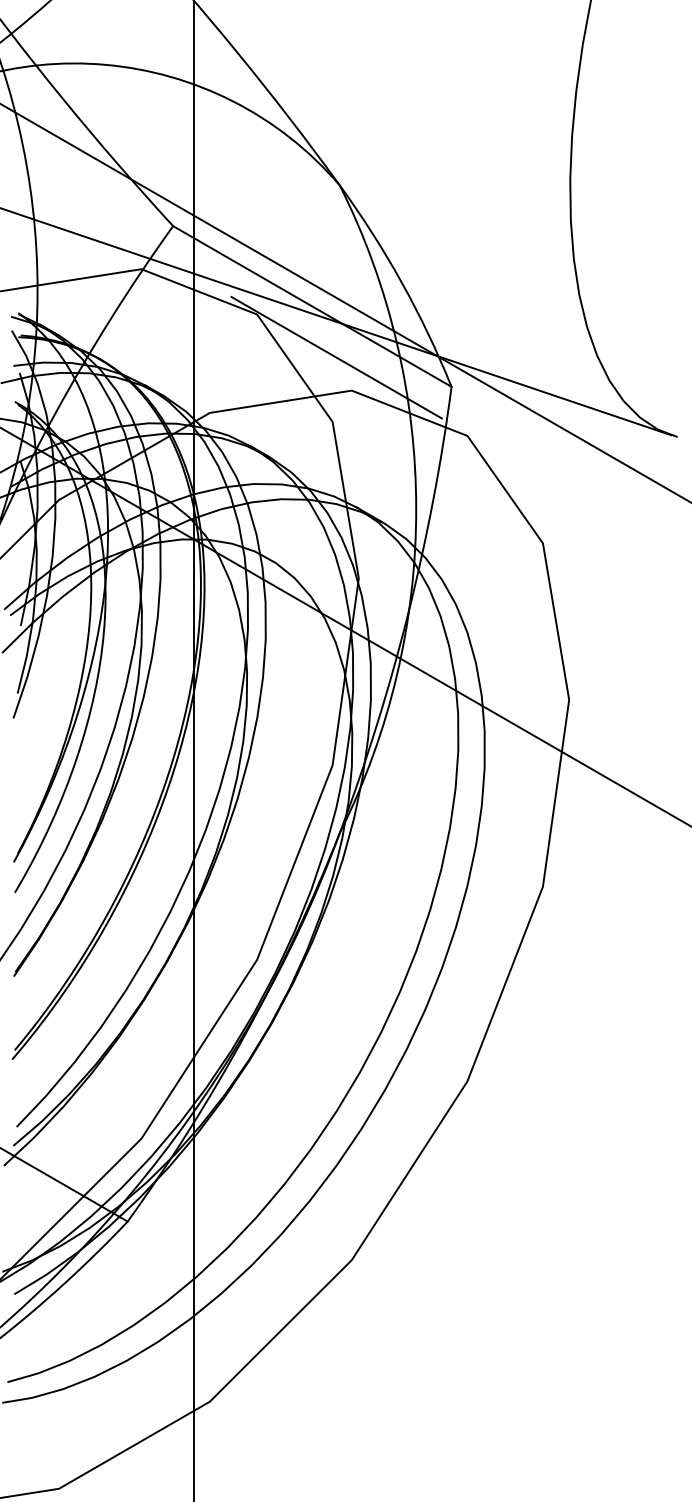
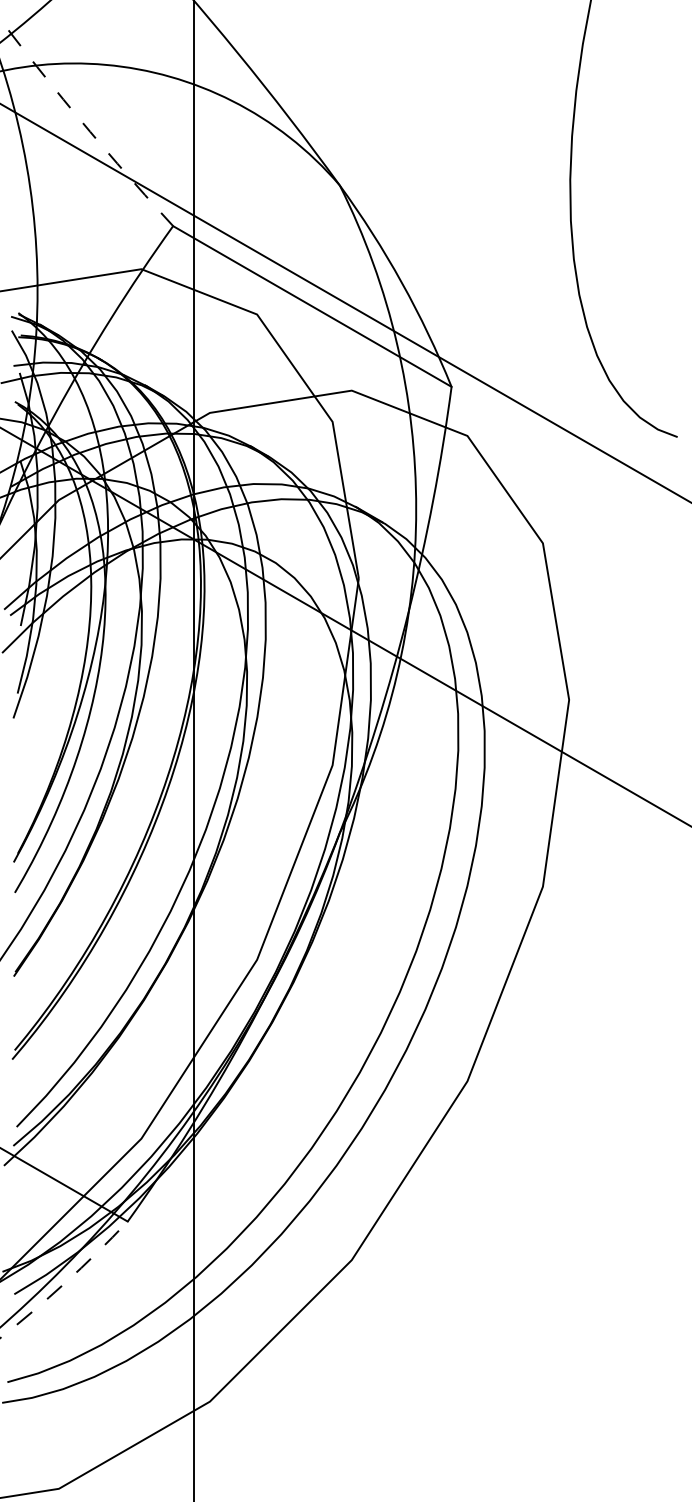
arc at (84, 124): solid -> dashed
line at (336, 322): present -> none
line at (336, 357): present -> none
arc at (66, 1282): solid -> dashed
